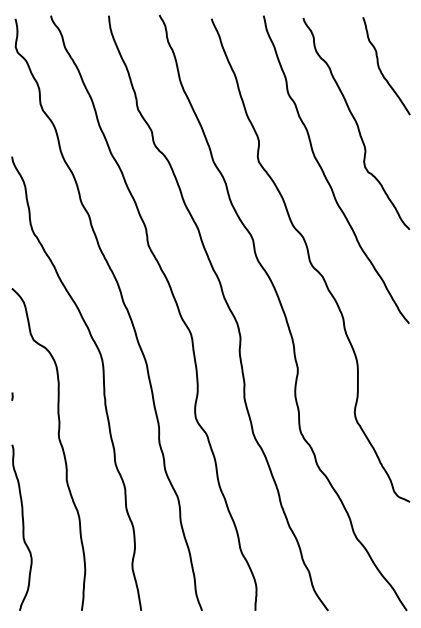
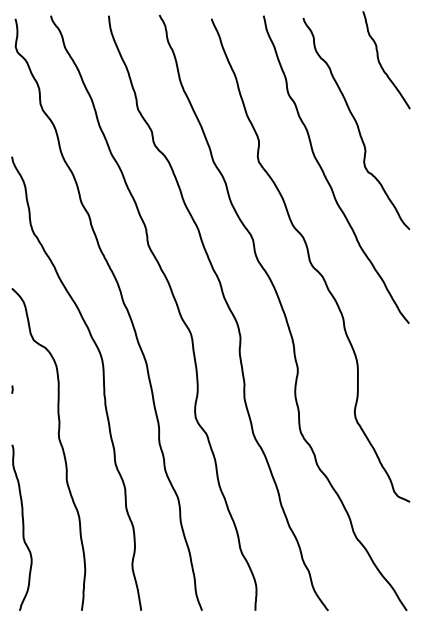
curve at (380, 68) position: (380, 68) -> (380, 62)
line at (12, 396) position: (12, 396) -> (12, 389)
